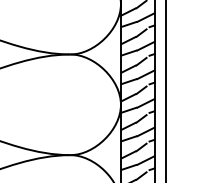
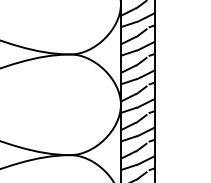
line at (166, 90): present -> none
